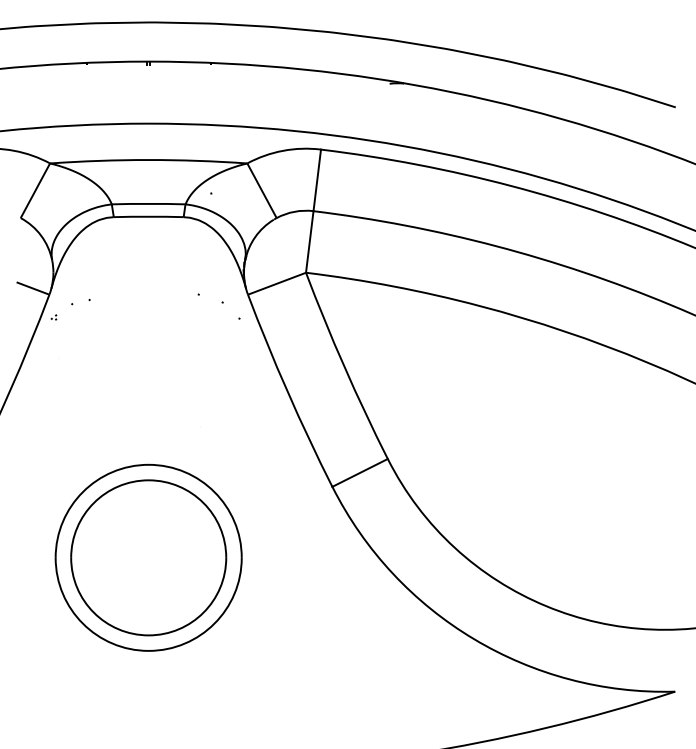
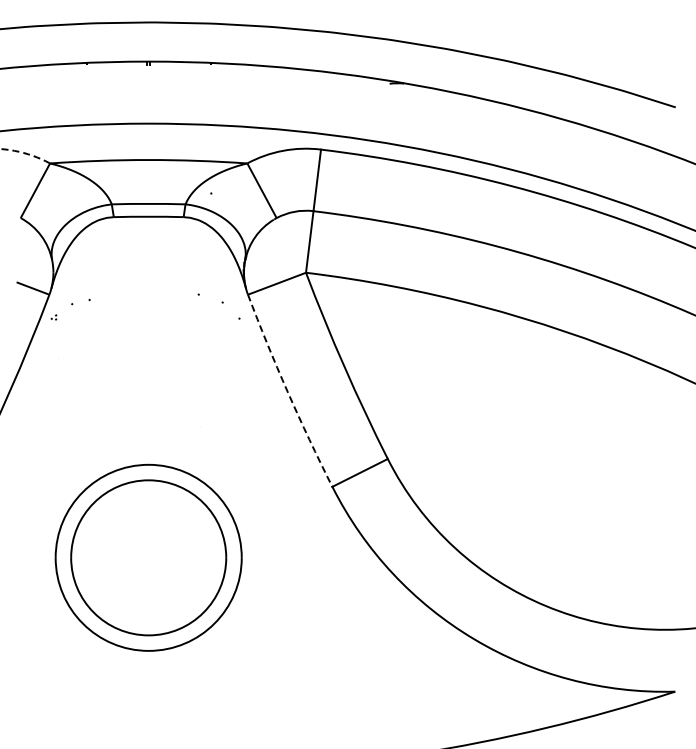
arc at (25, 153): solid -> dashed
arc at (287, 391): solid -> dashed
